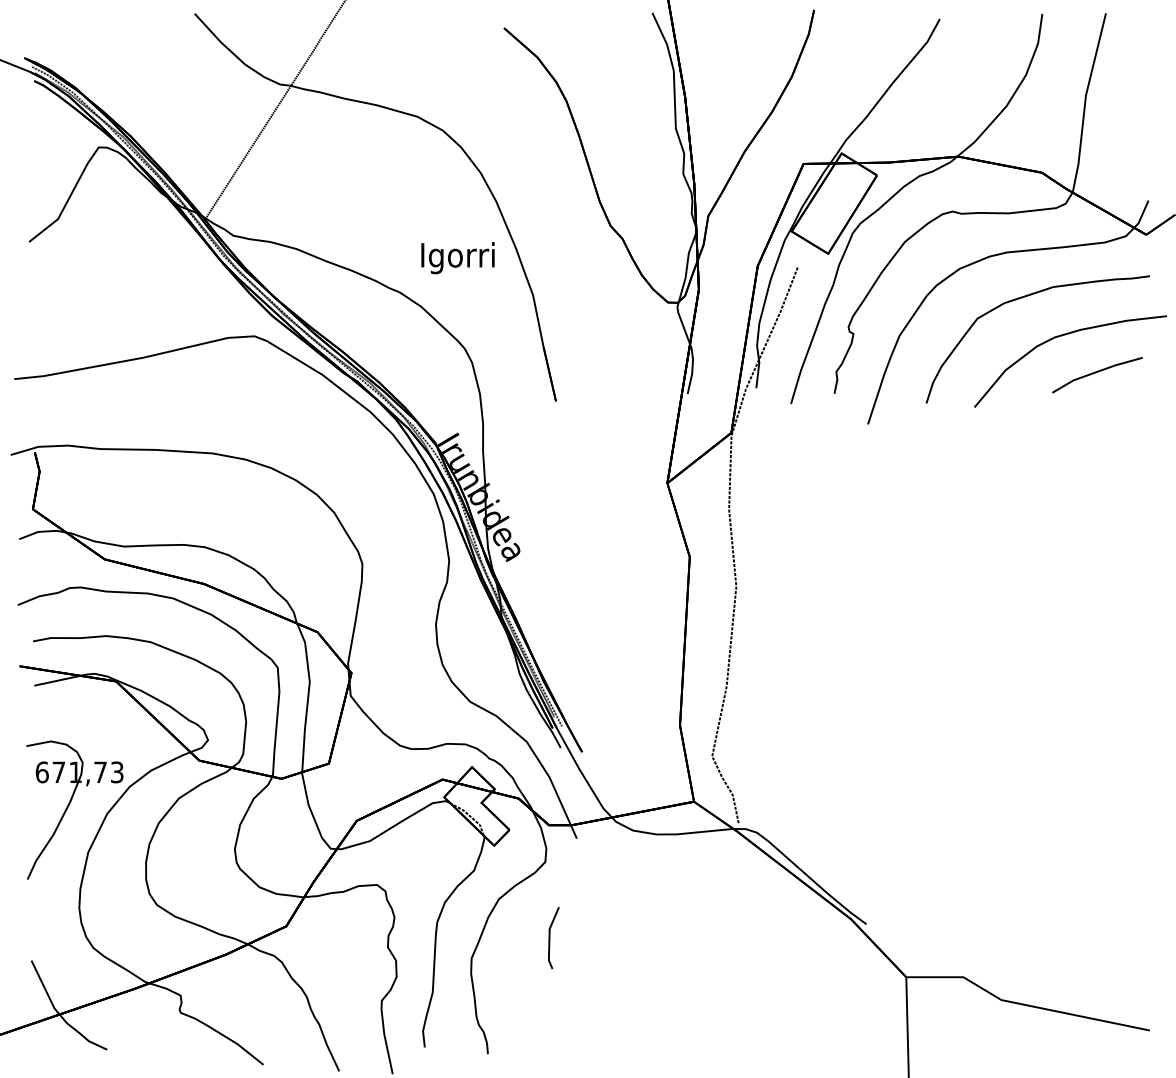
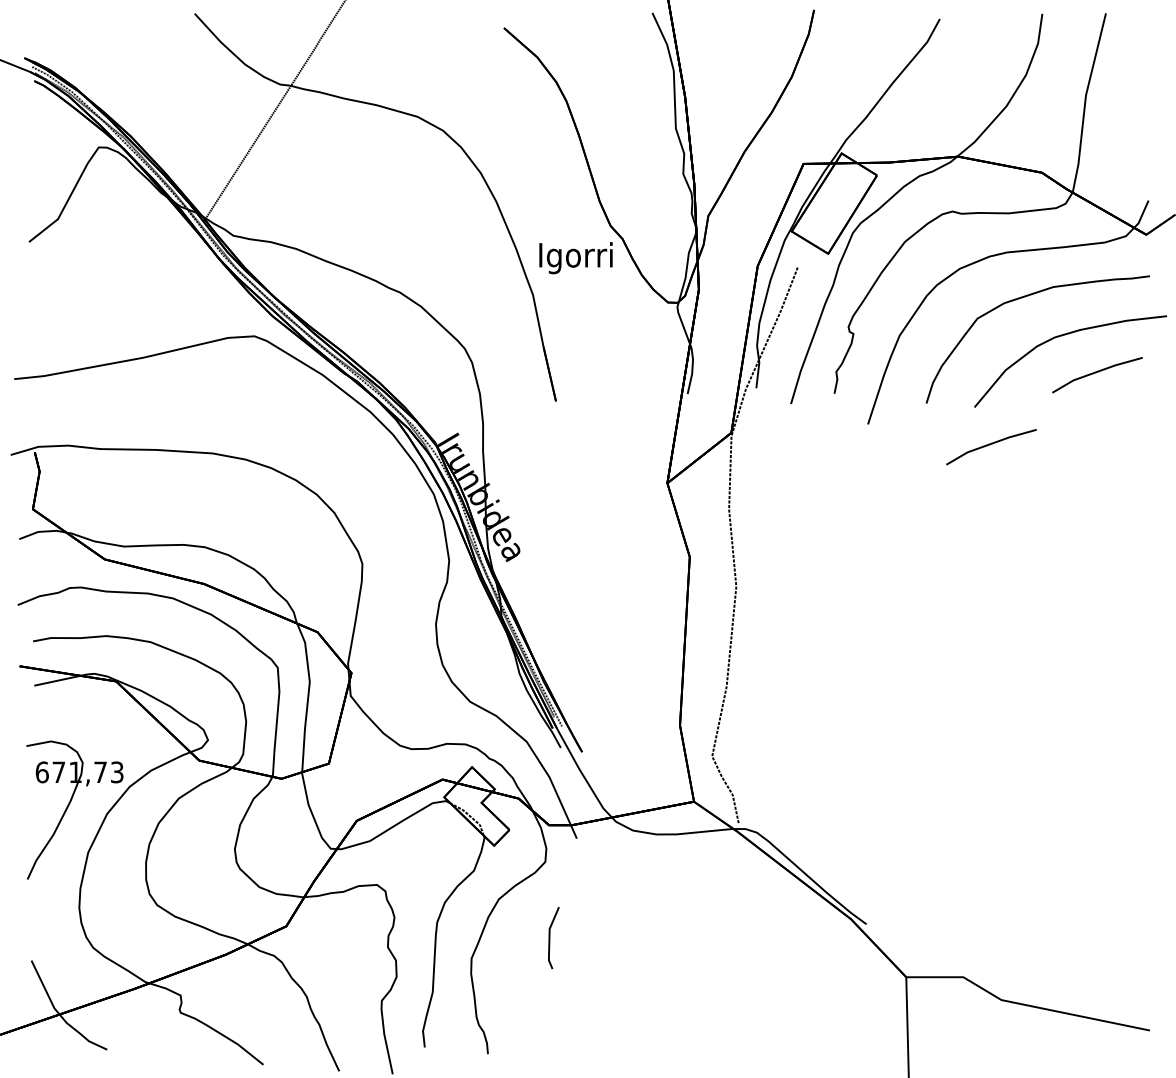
text at (457, 258) position: (457, 258) -> (575, 258)
part at (991, 447): none -> present
